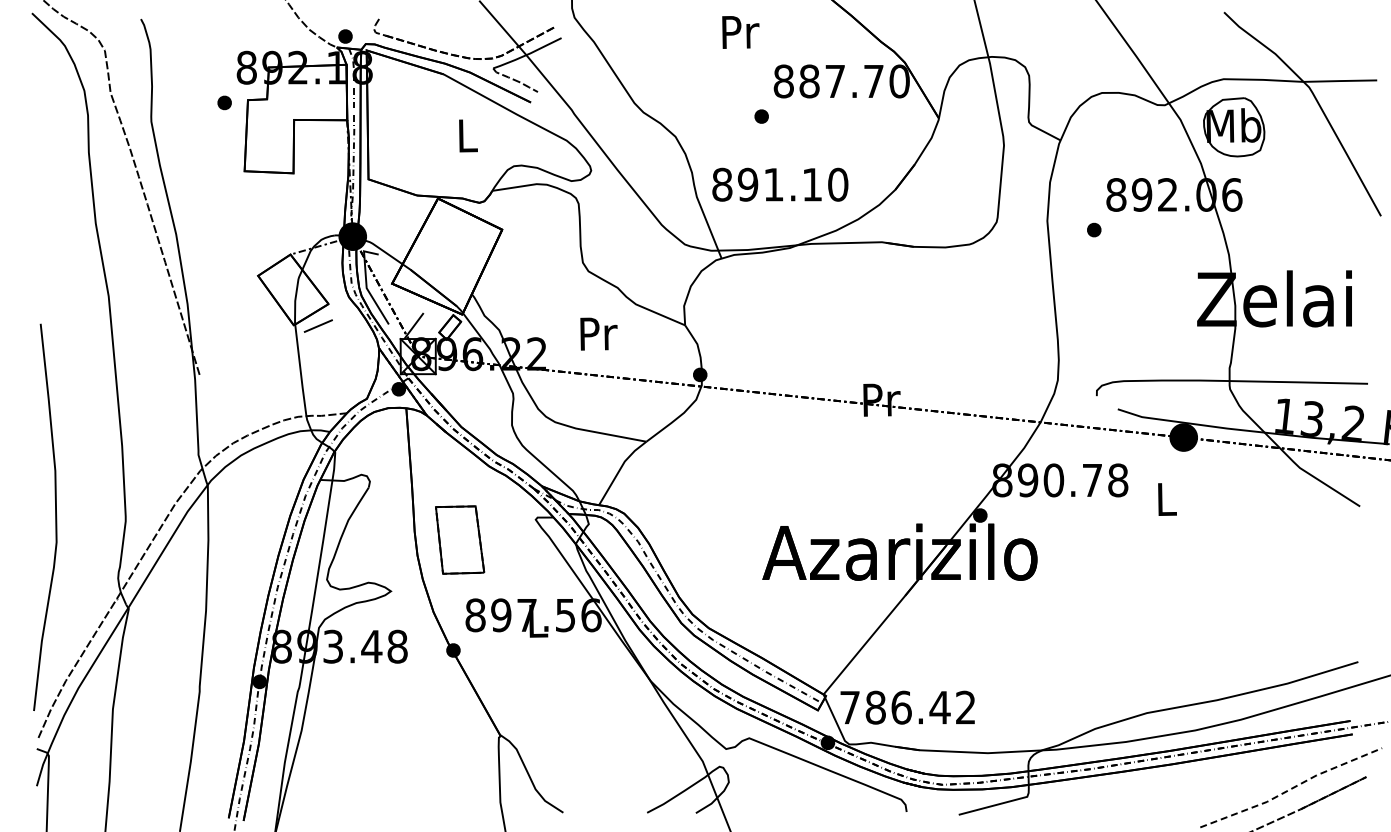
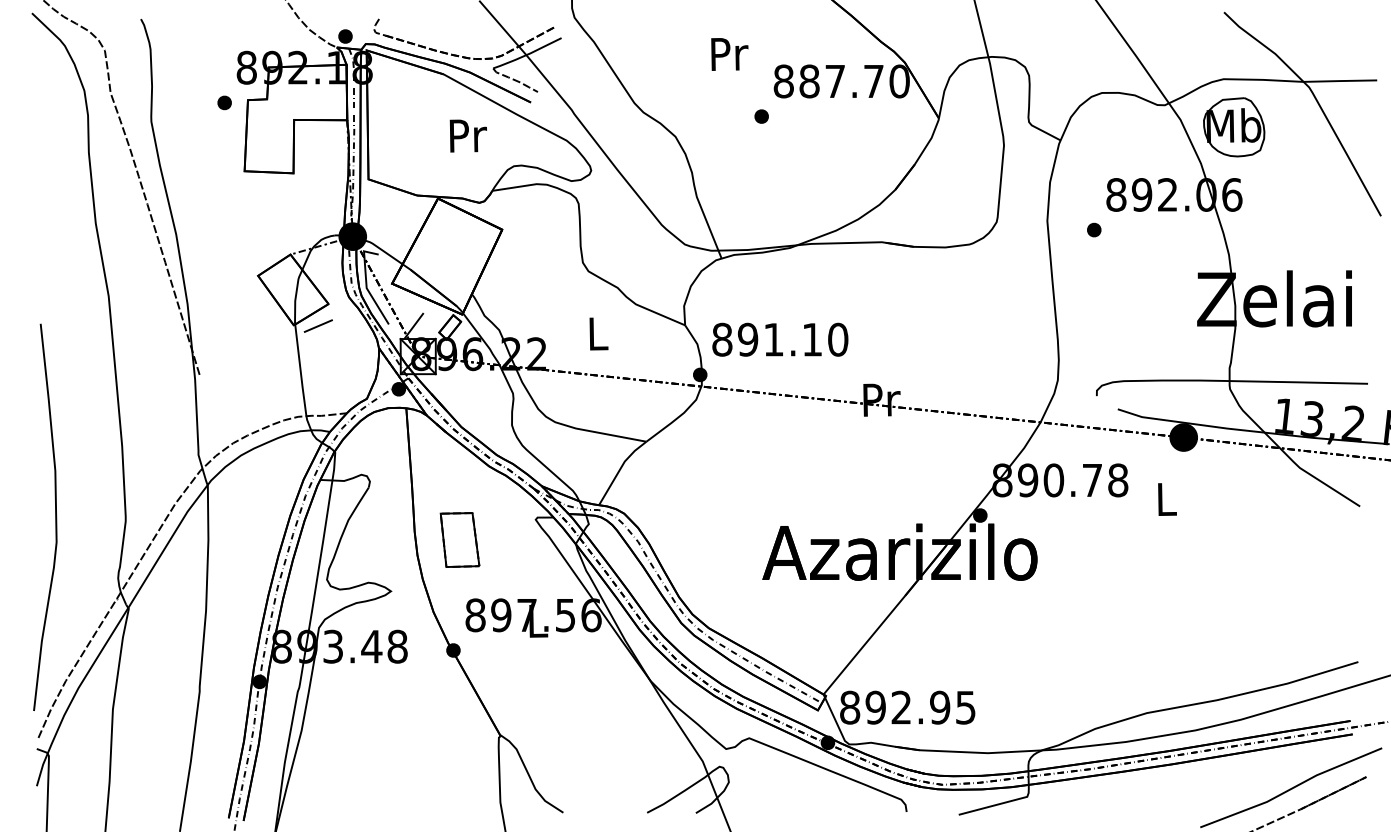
text at (740, 32) position: (740, 32) -> (729, 54)
text at (468, 135): L -> Pr
text at (780, 184) position: (780, 184) -> (780, 339)
text at (598, 333): Pr -> L
part at (460, 539) size: 51x70 px -> 42x56 px
text at (907, 707): 786.42 -> 892.95
line at (1291, 788): dashed -> solid
